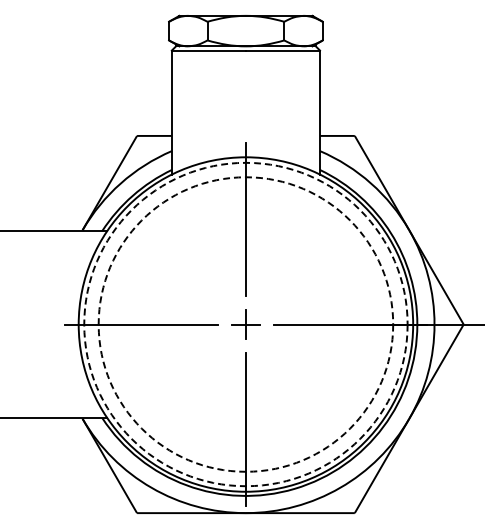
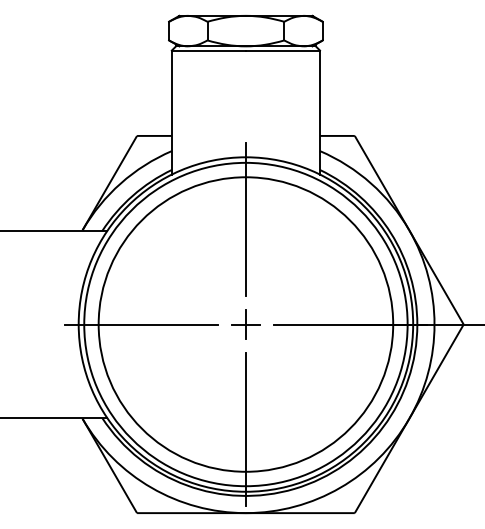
circle at (245, 324): dashed -> solid
circle at (245, 324): dashed -> solid
